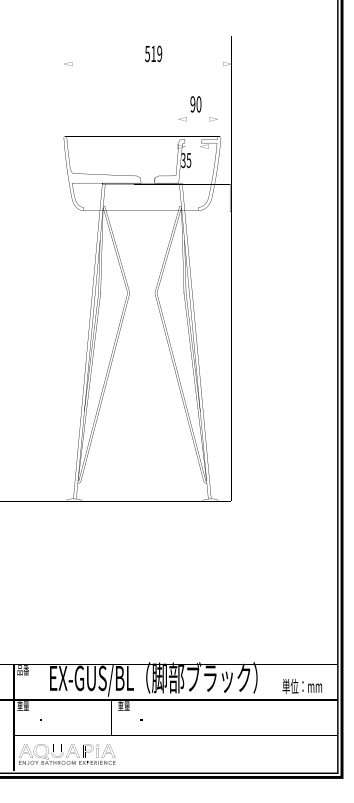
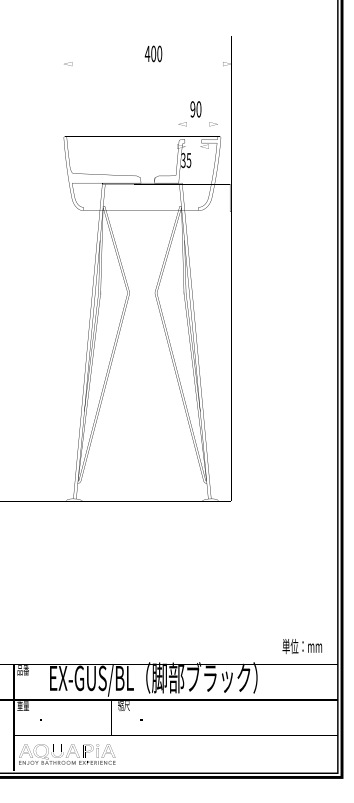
text at (153, 53): 519 -> 400
text at (197, 108) position: (197, 108) -> (197, 113)
text at (301, 686) position: (301, 686) -> (301, 646)
text at (123, 705): 重量 -> 縮尺
